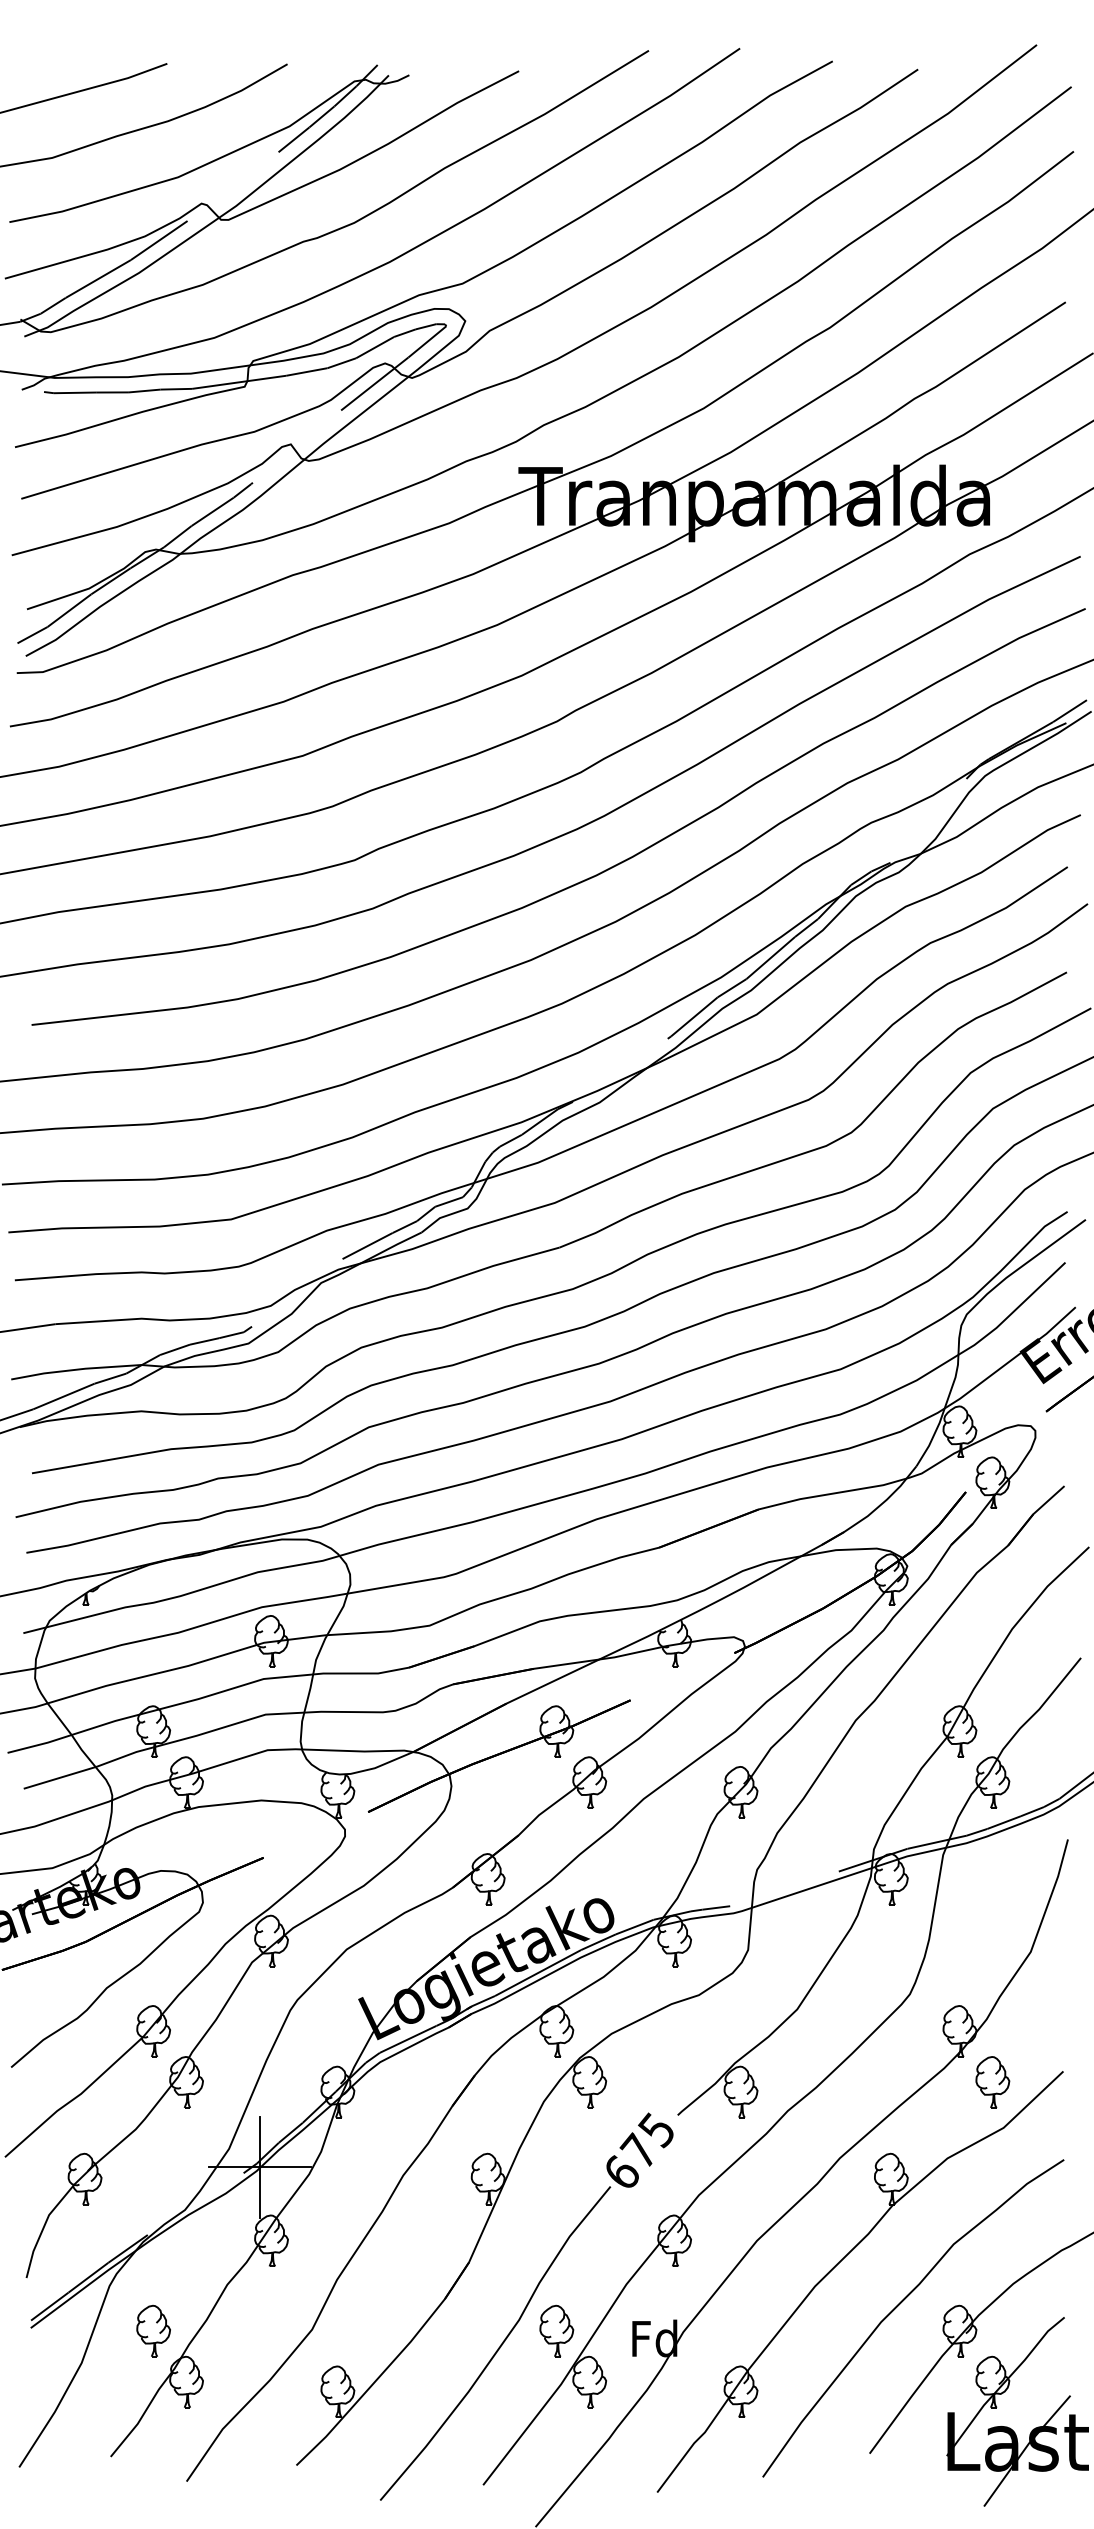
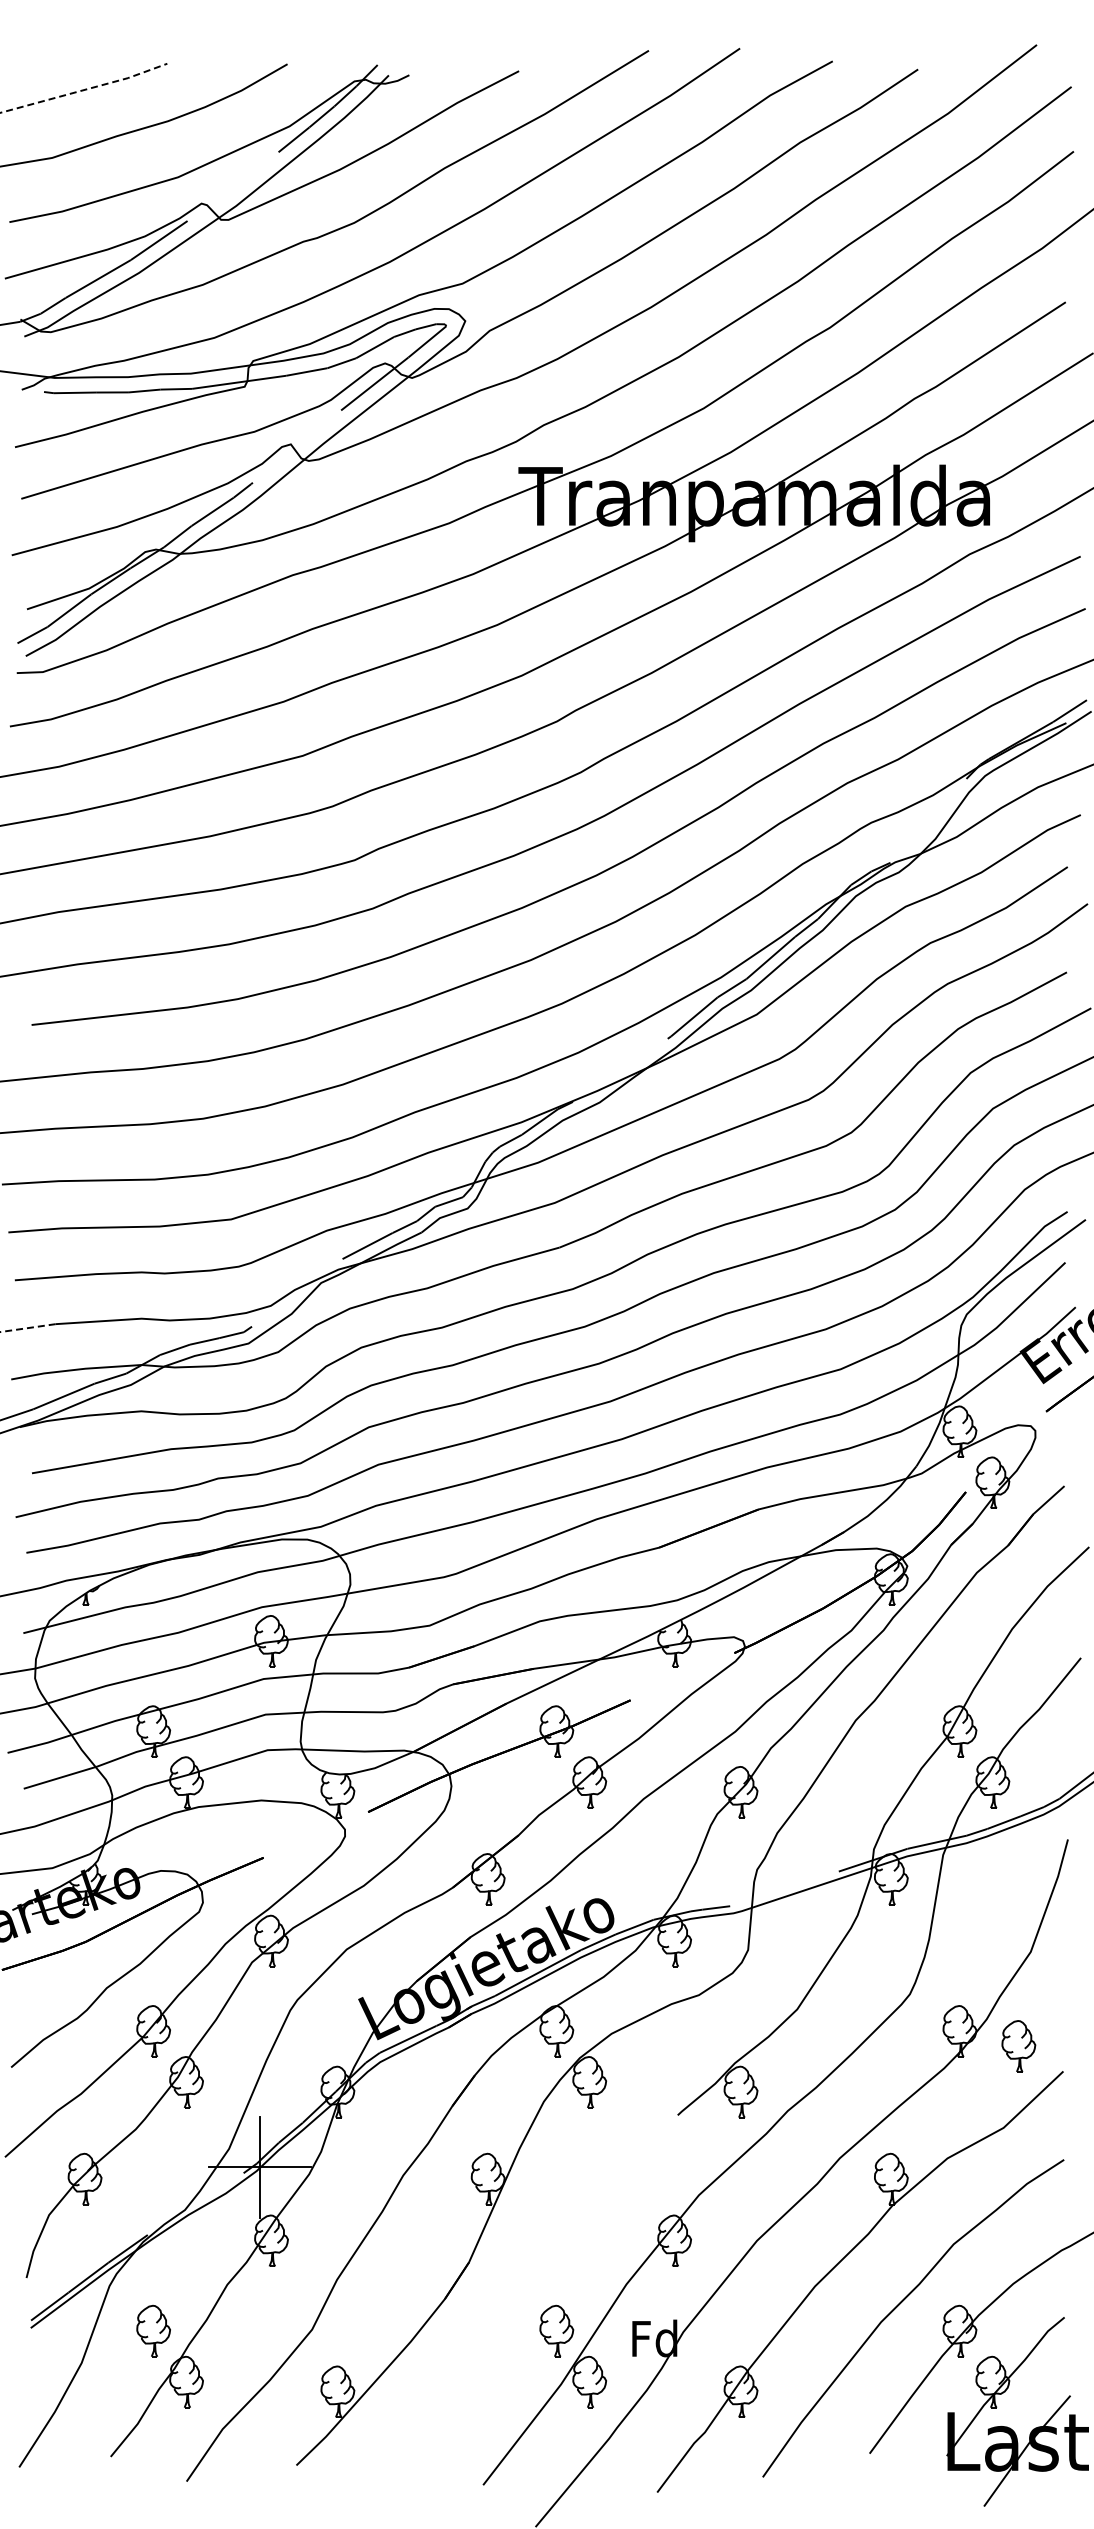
line at (84, 89): solid -> dashed
line at (28, 1328): solid -> dashed
part at (992, 2082) position: (992, 2082) -> (1018, 2046)
part at (526, 2306): present -> none
